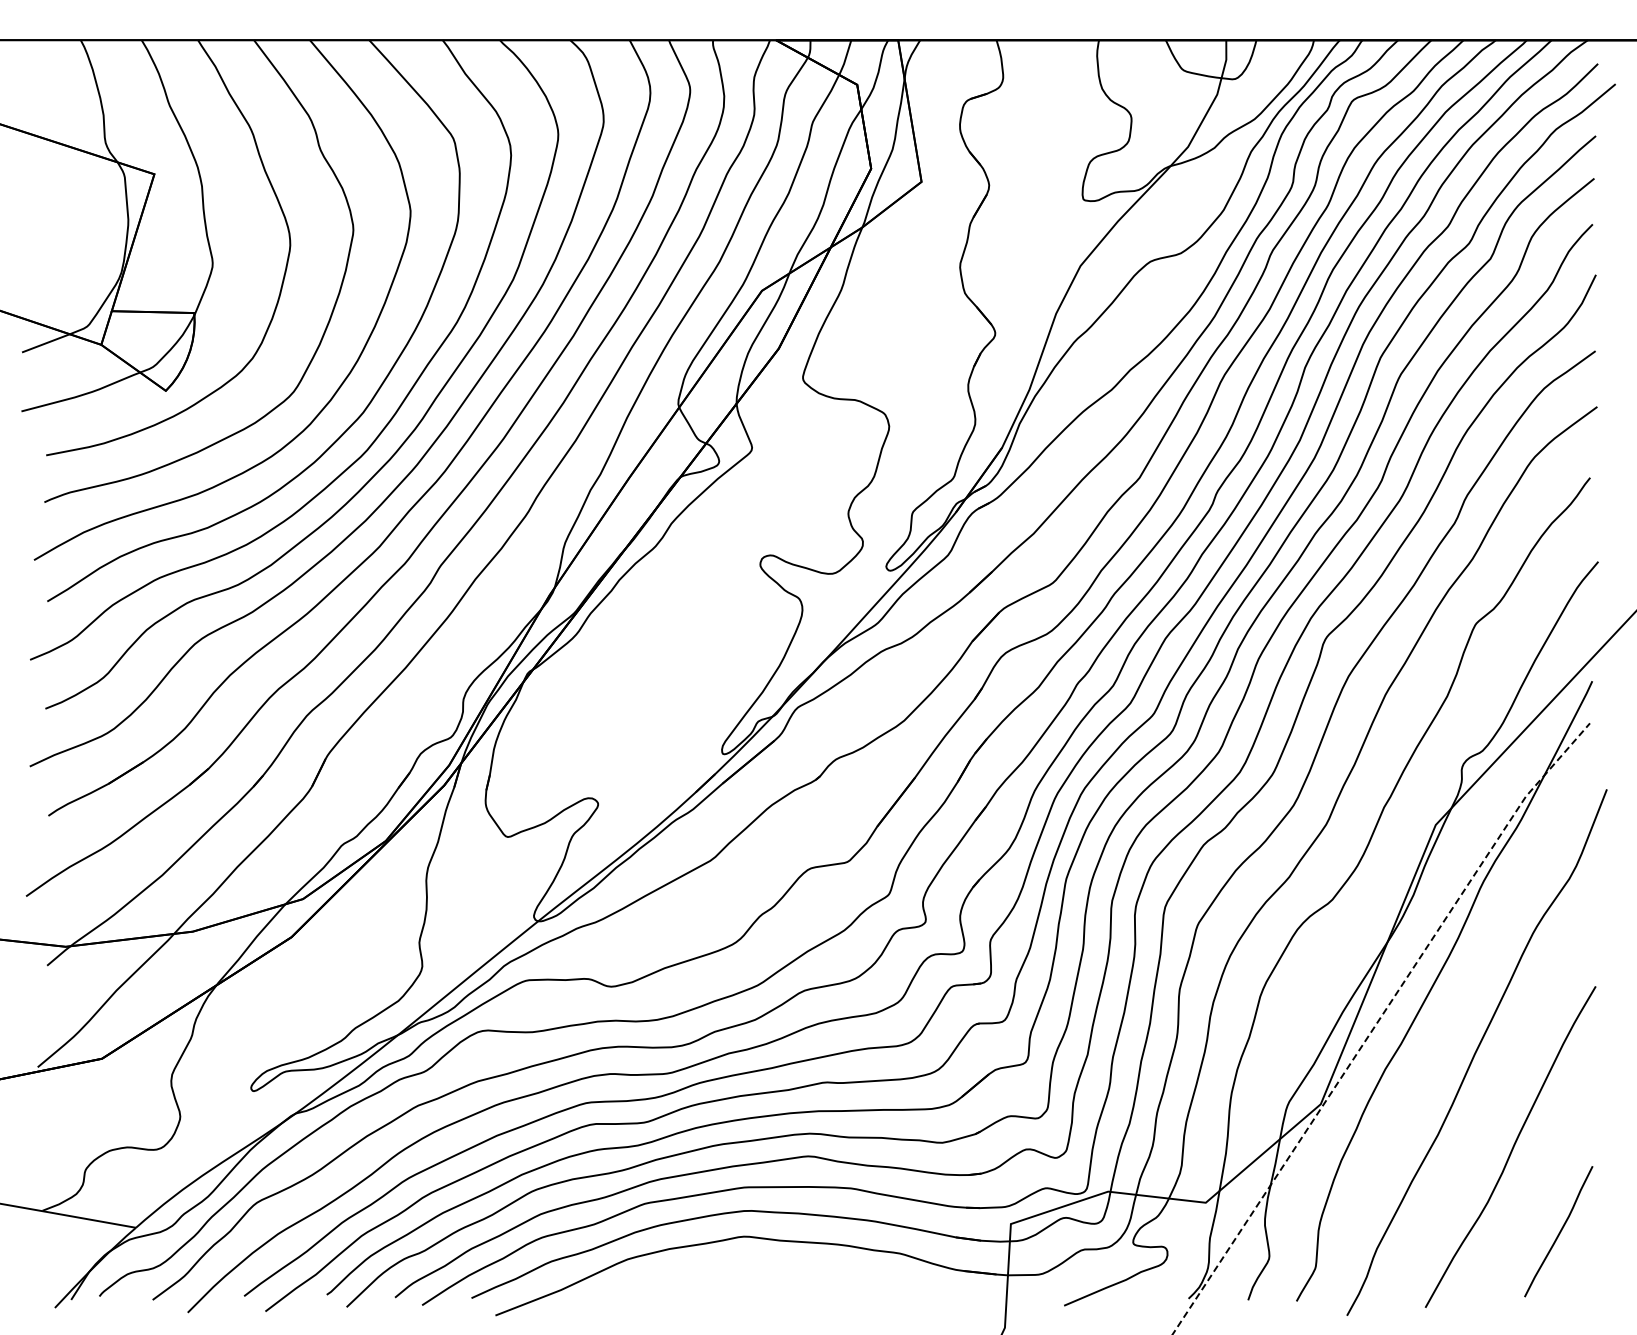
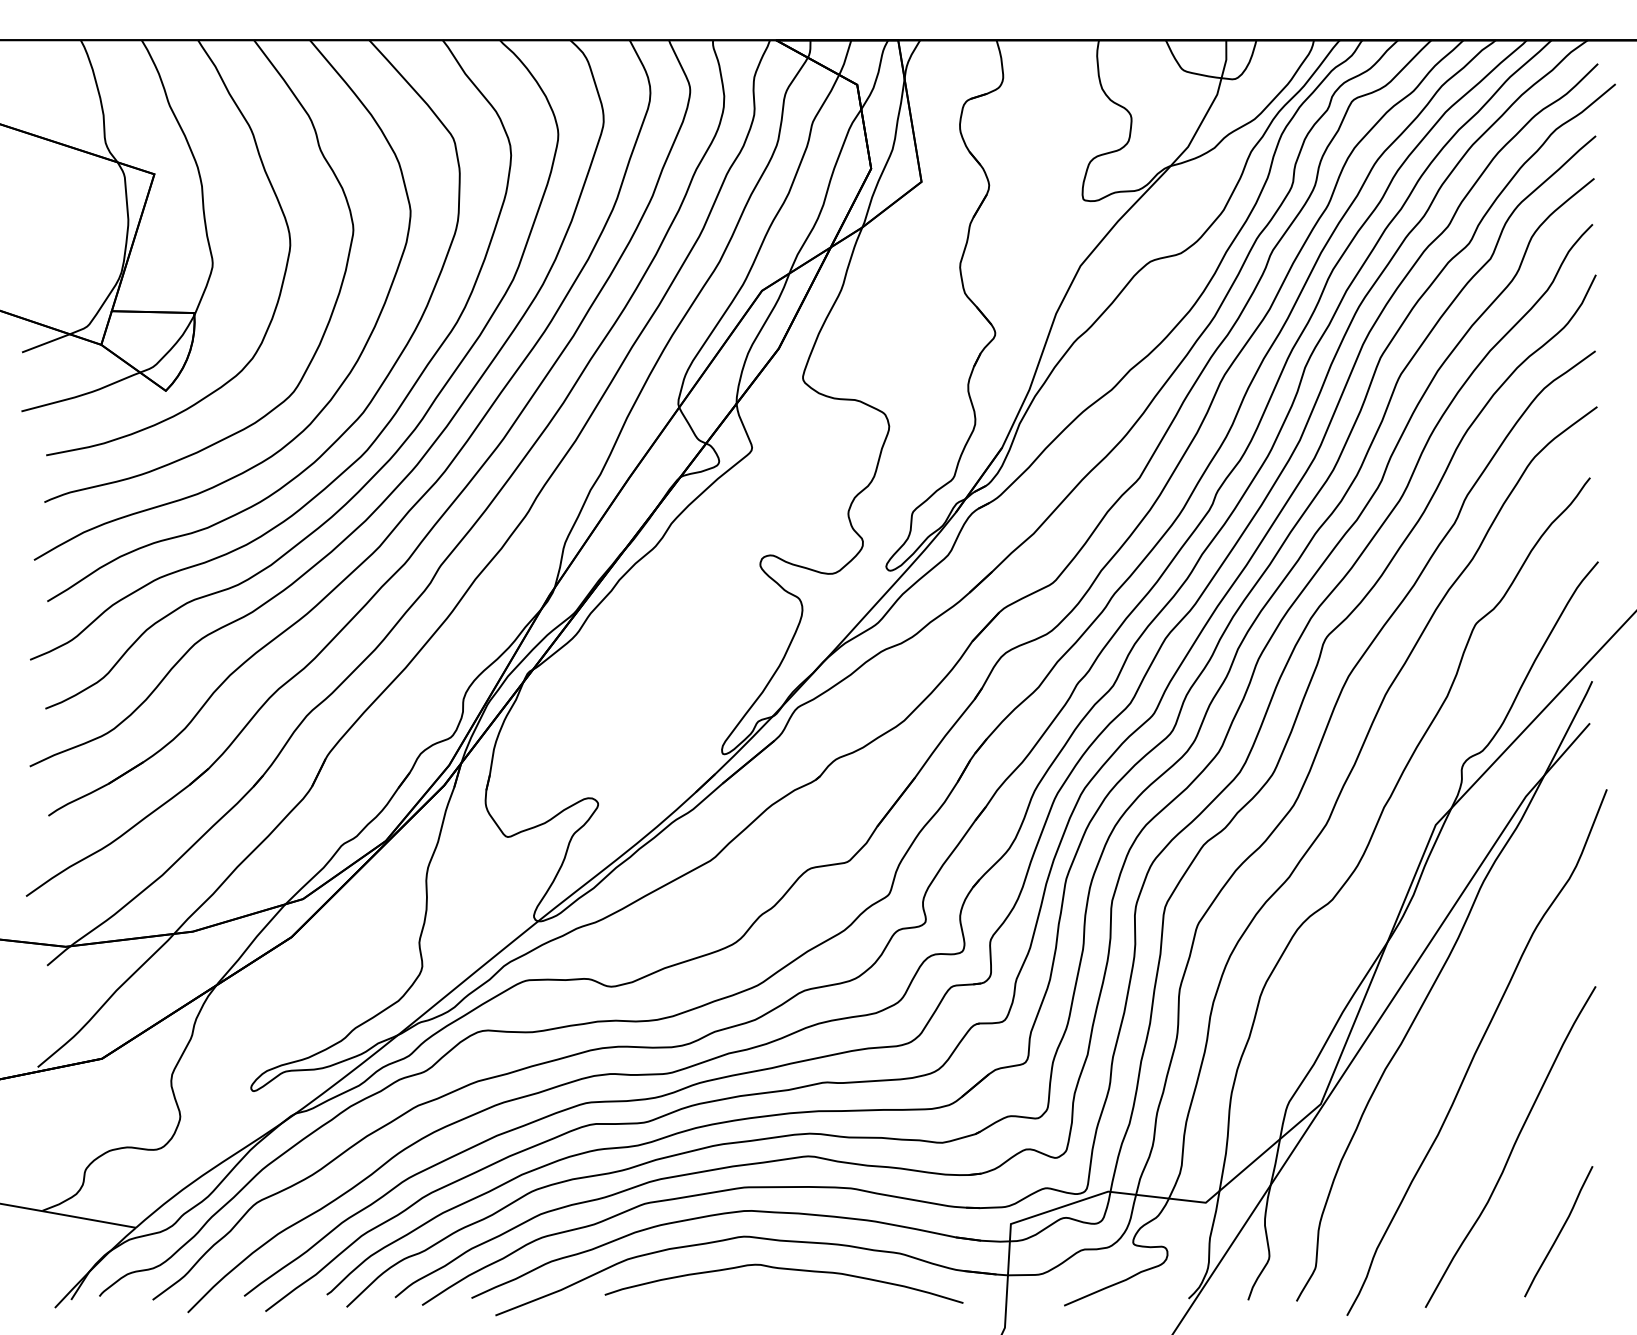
line at (1376, 1023): dashed -> solid
curve at (783, 1269): none -> present
